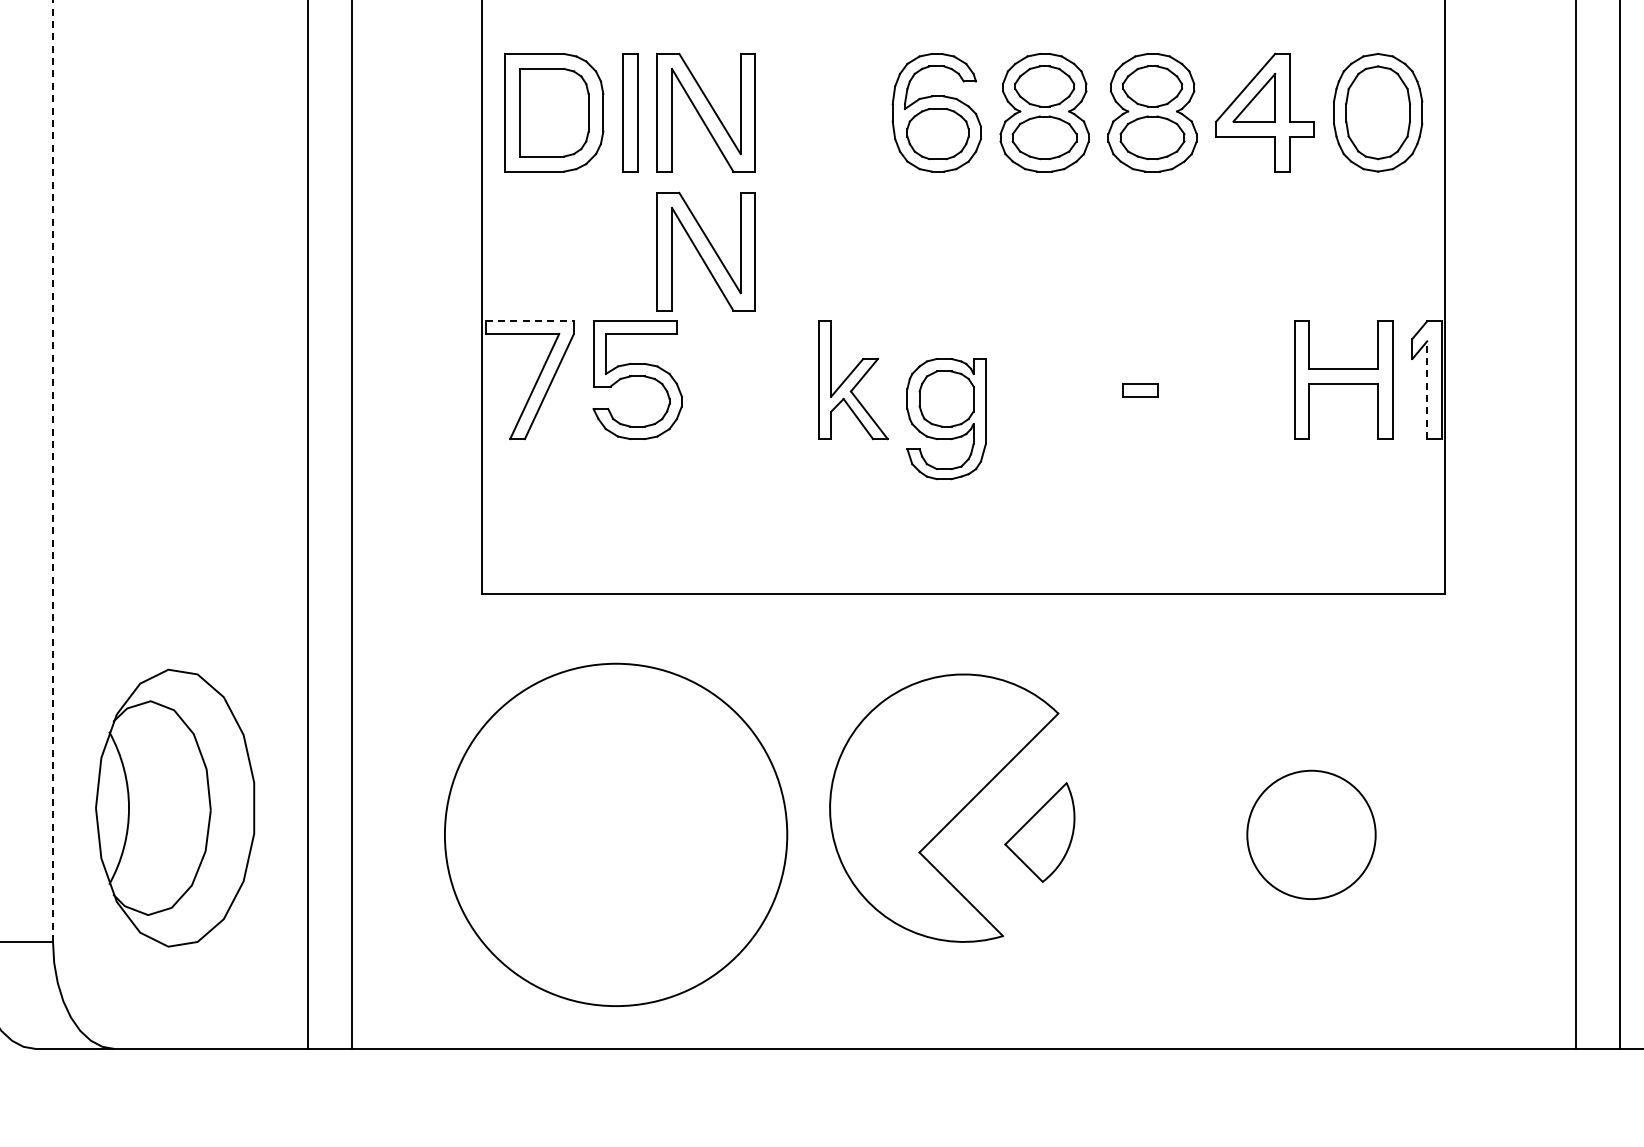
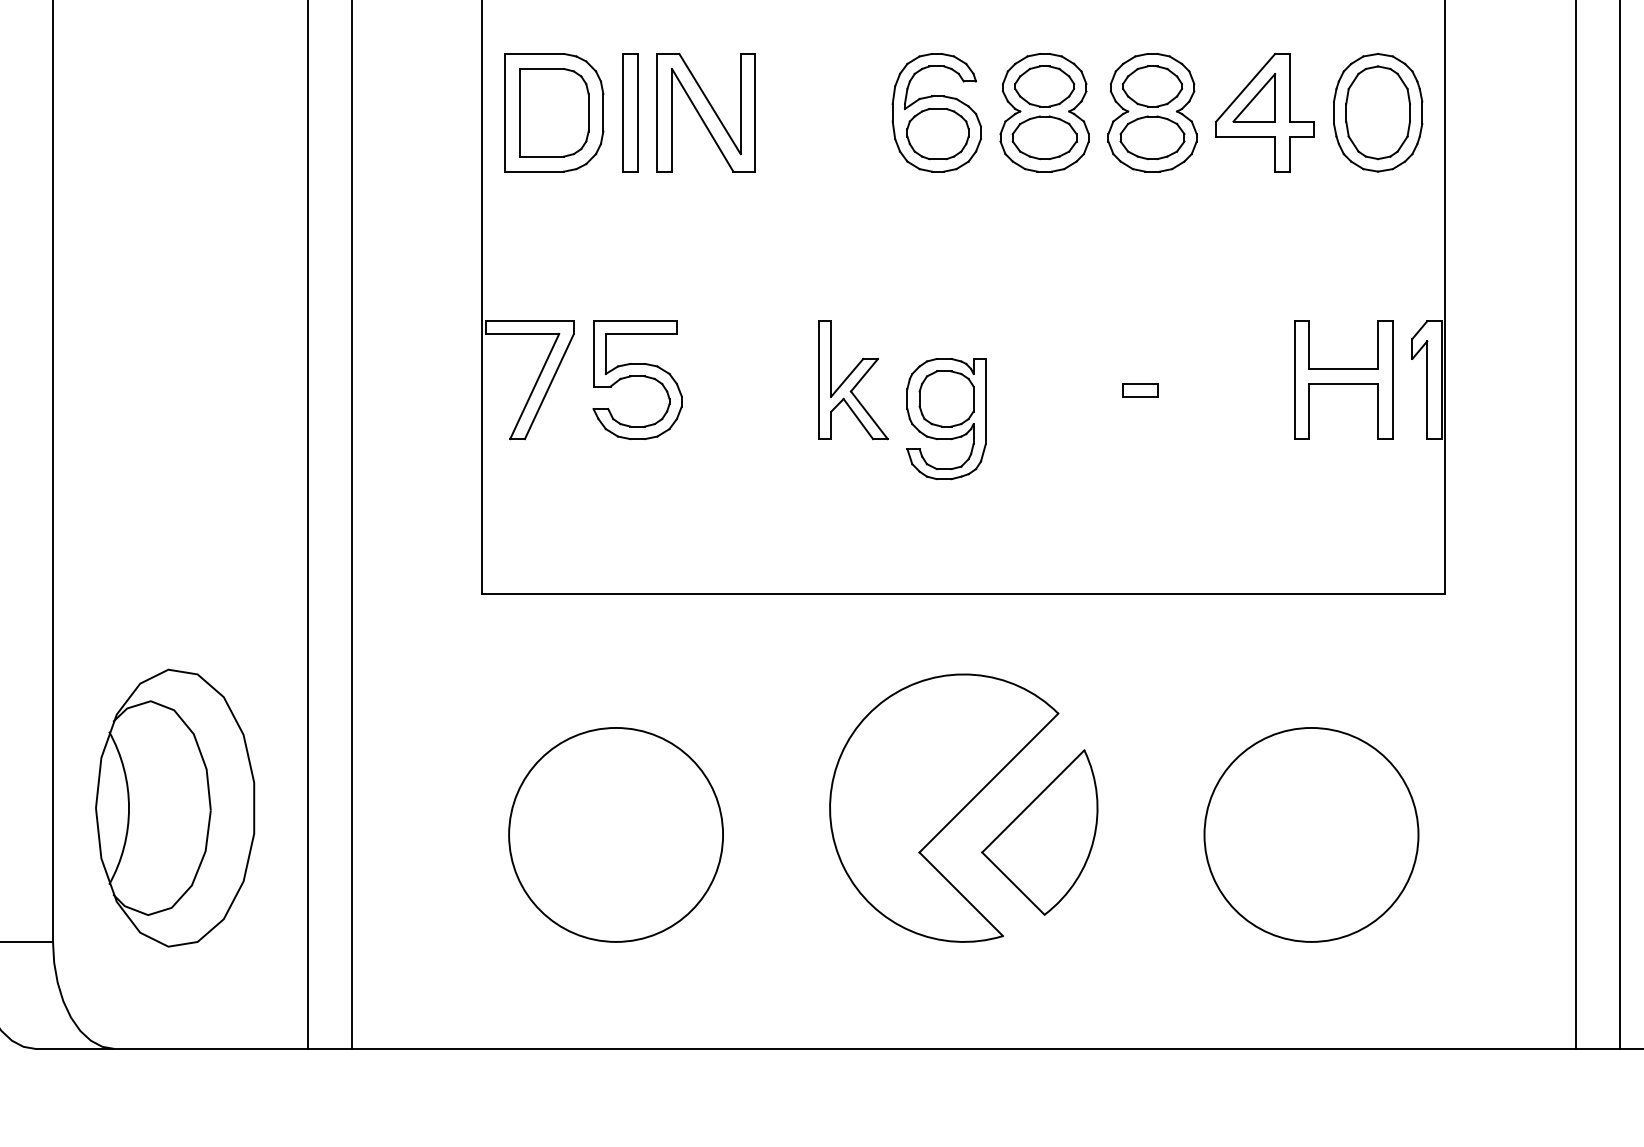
part at (705, 251): present -> none
line at (530, 321): dashed -> solid
line at (1427, 390): dashed -> solid
line at (53, 471): dashed -> solid
part at (1039, 832) size: 72x101 px -> 118x167 px
circle at (615, 834) diameter: 342 px -> 214 px
circle at (1311, 834) diameter: 128 px -> 214 px
